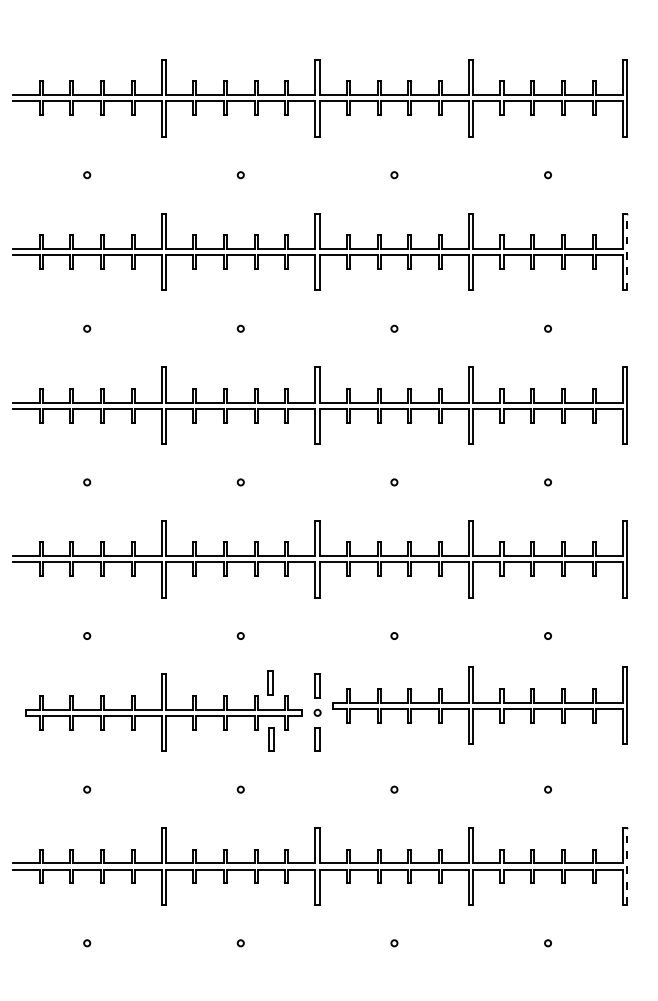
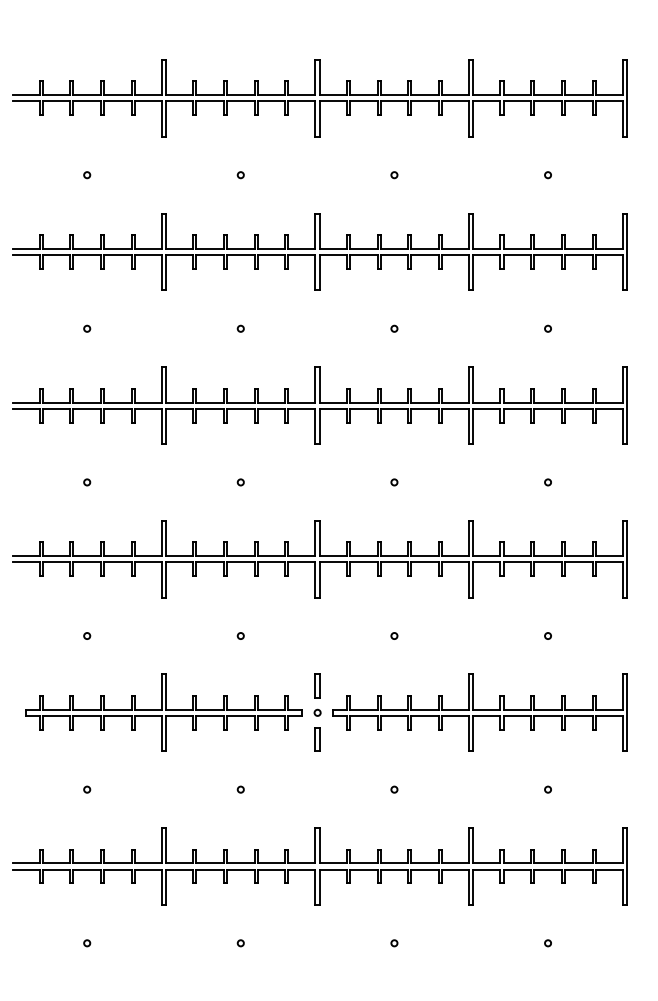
line at (627, 251): dashed -> solid
part at (270, 682): present -> none
part at (479, 705) position: (479, 705) -> (479, 712)
part at (271, 739): present -> none
line at (627, 865): dashed -> solid
